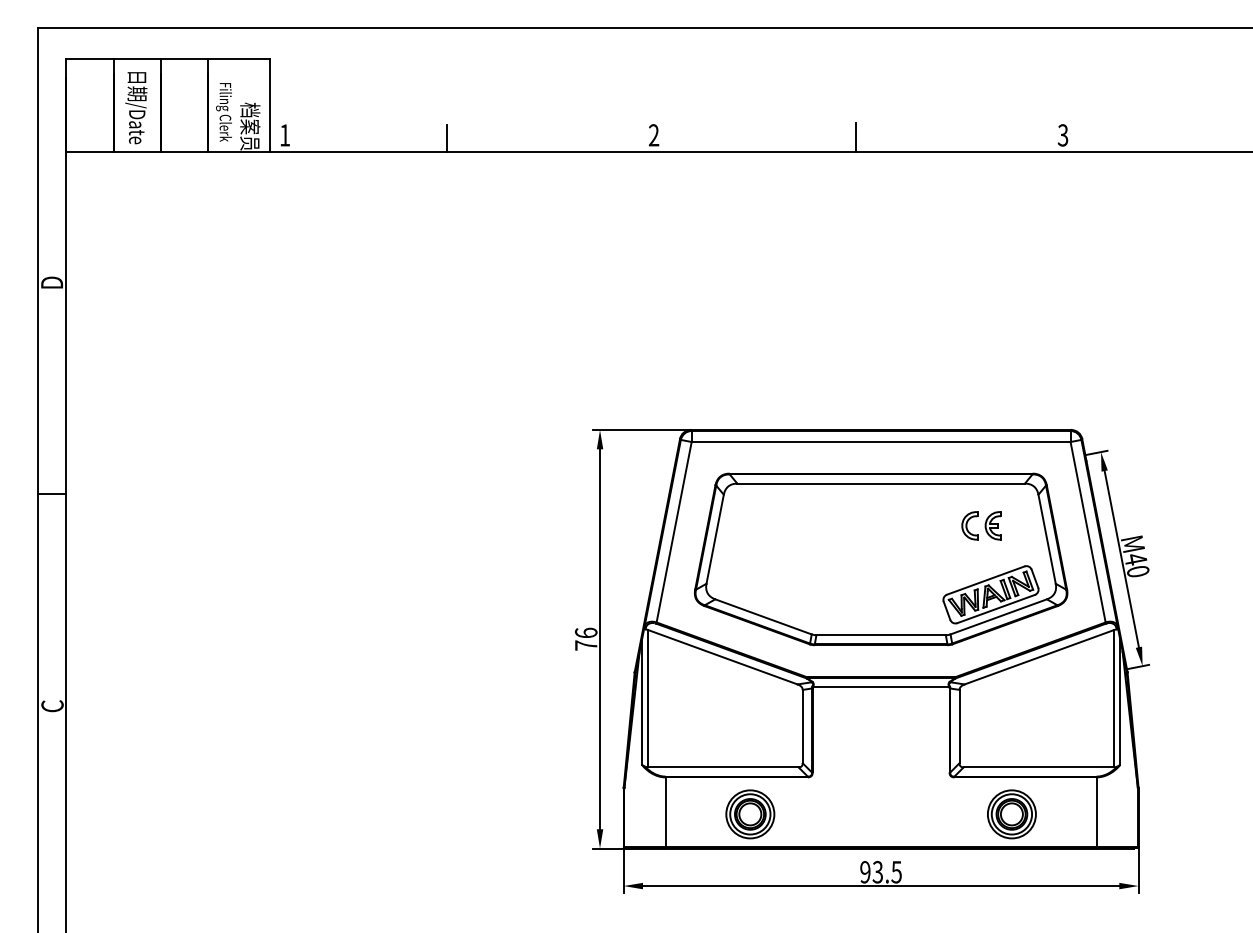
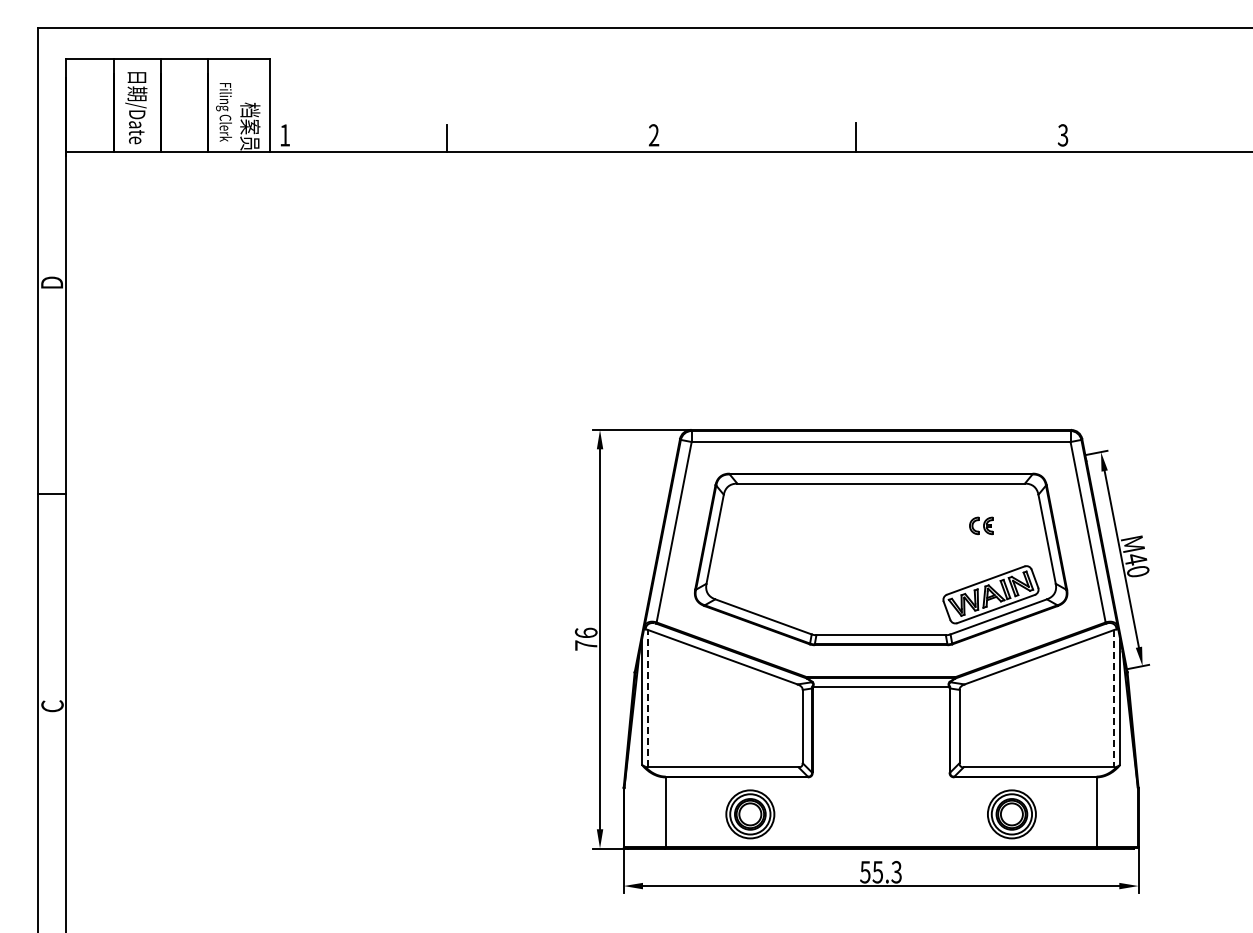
part at (981, 525) size: 41x30 px -> 25x20 px
line at (648, 698): solid -> dashed
line at (1114, 698): solid -> dashed
text at (880, 871): 93.5 -> 55.3
